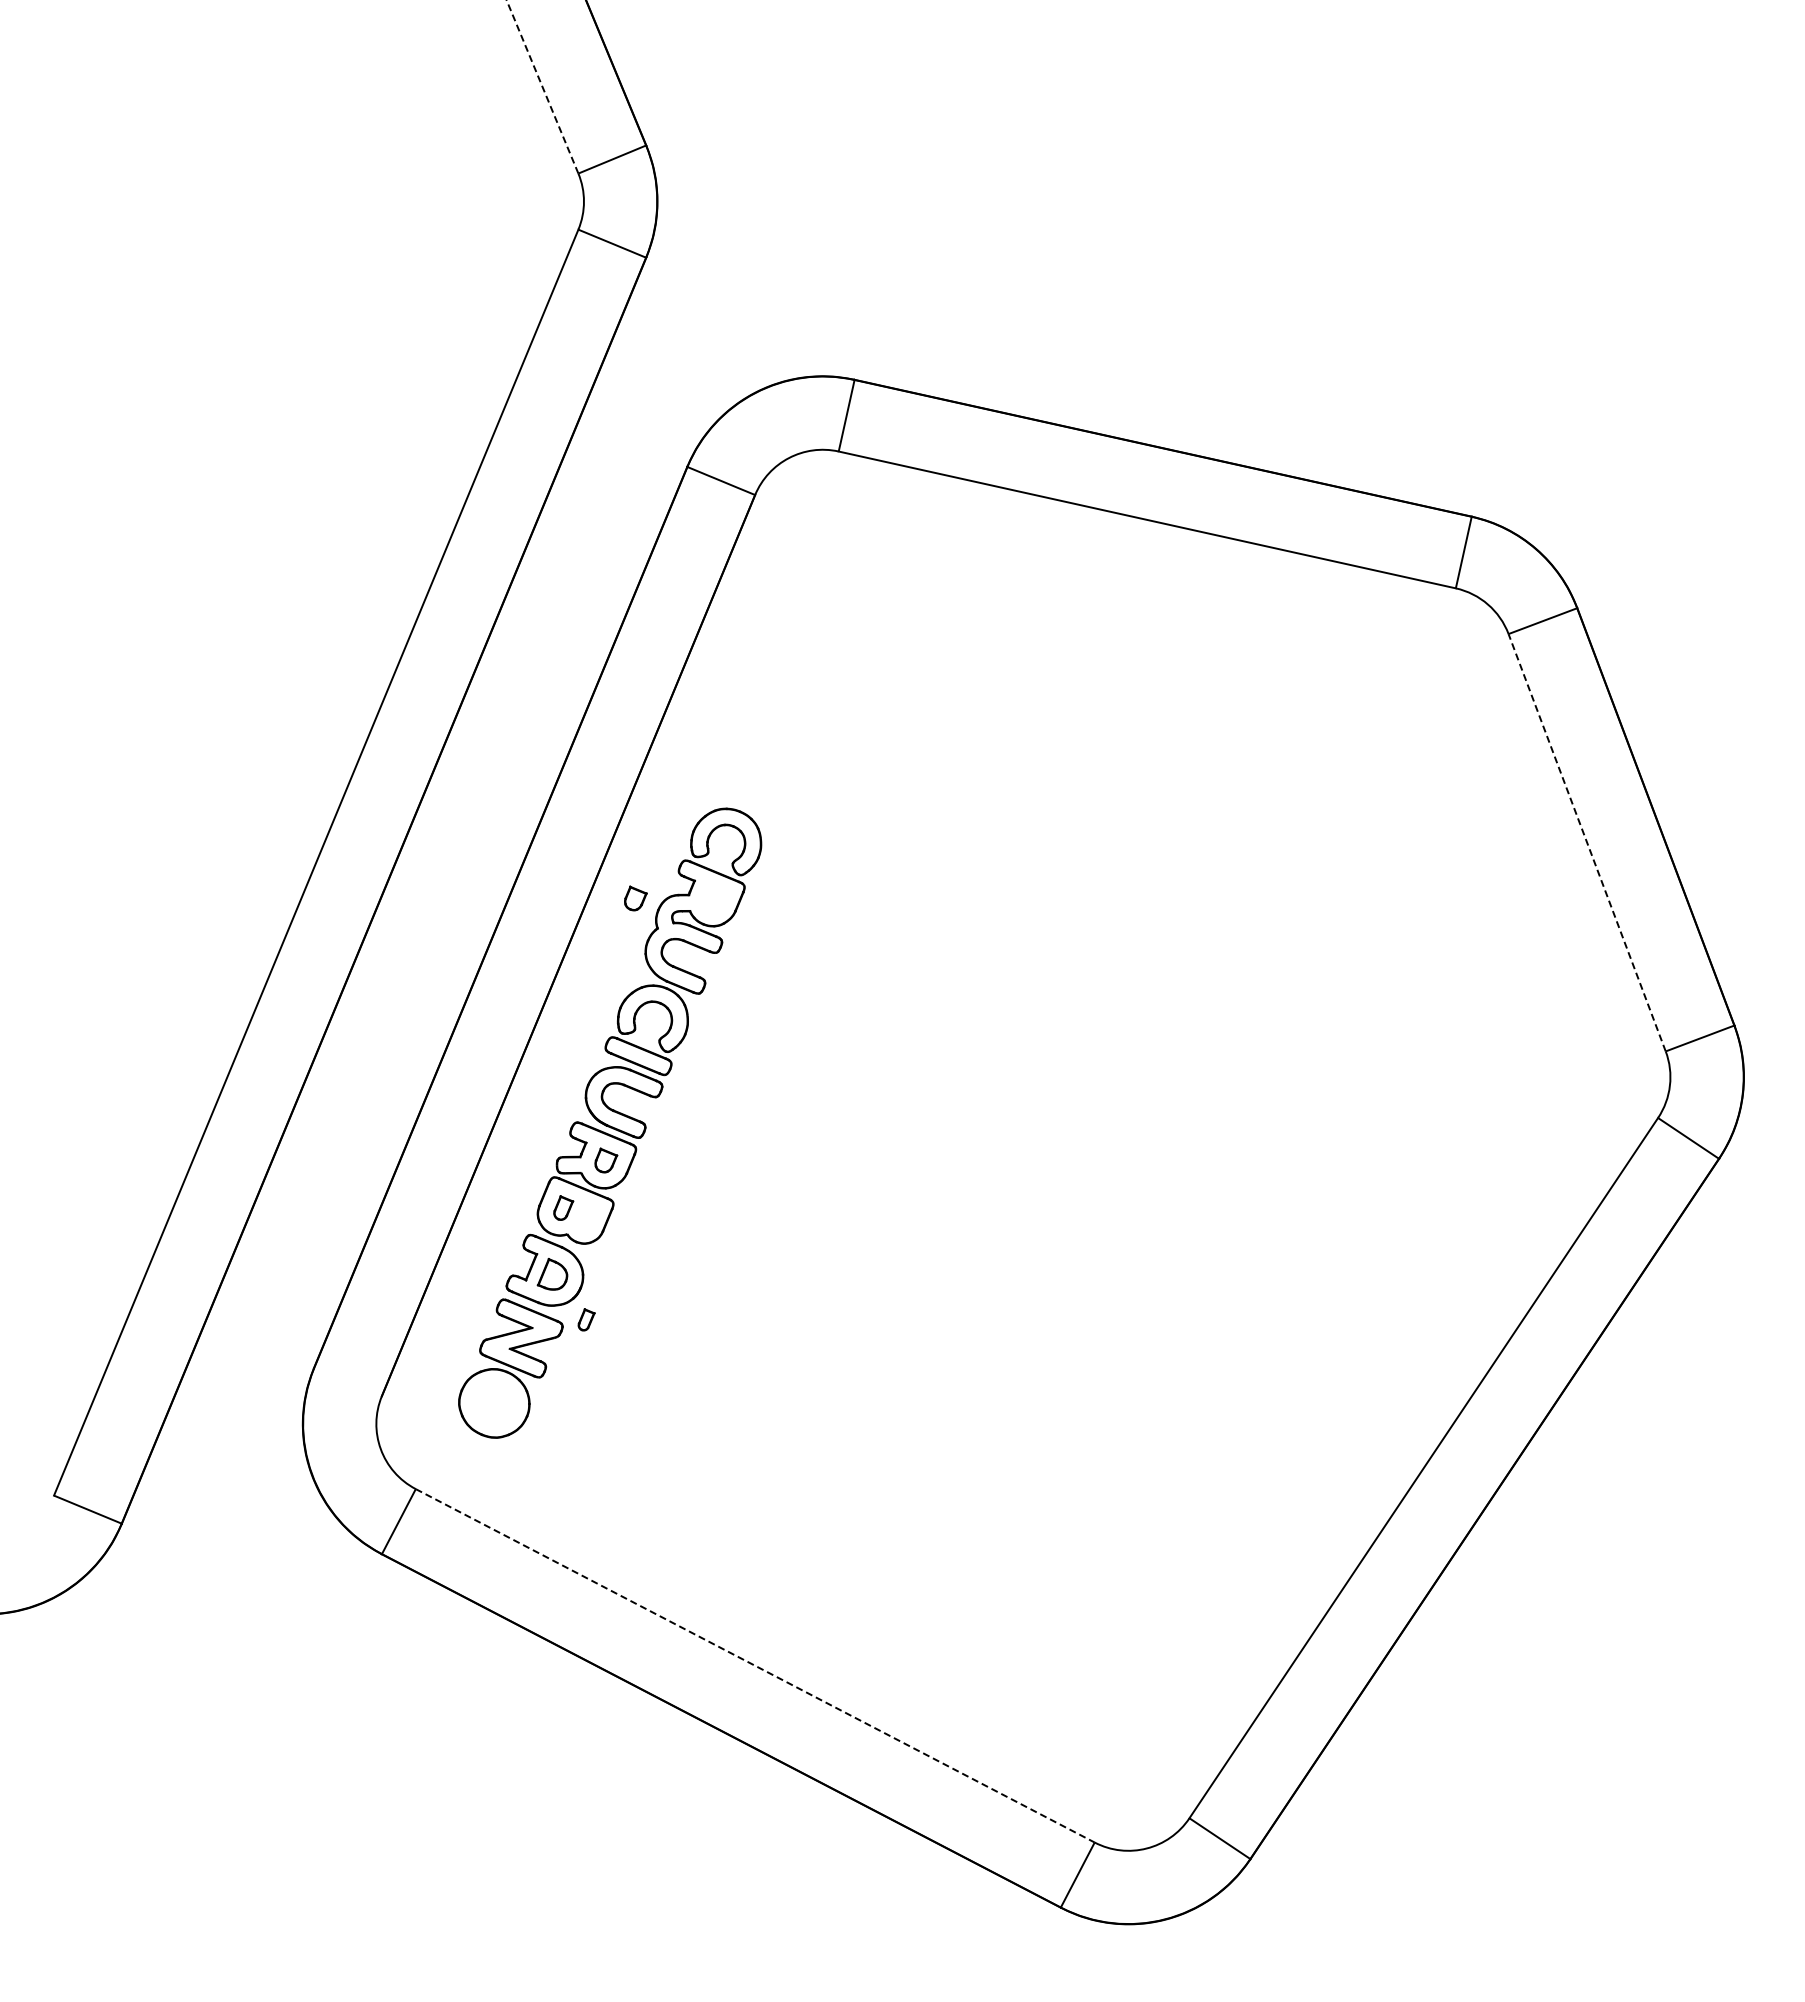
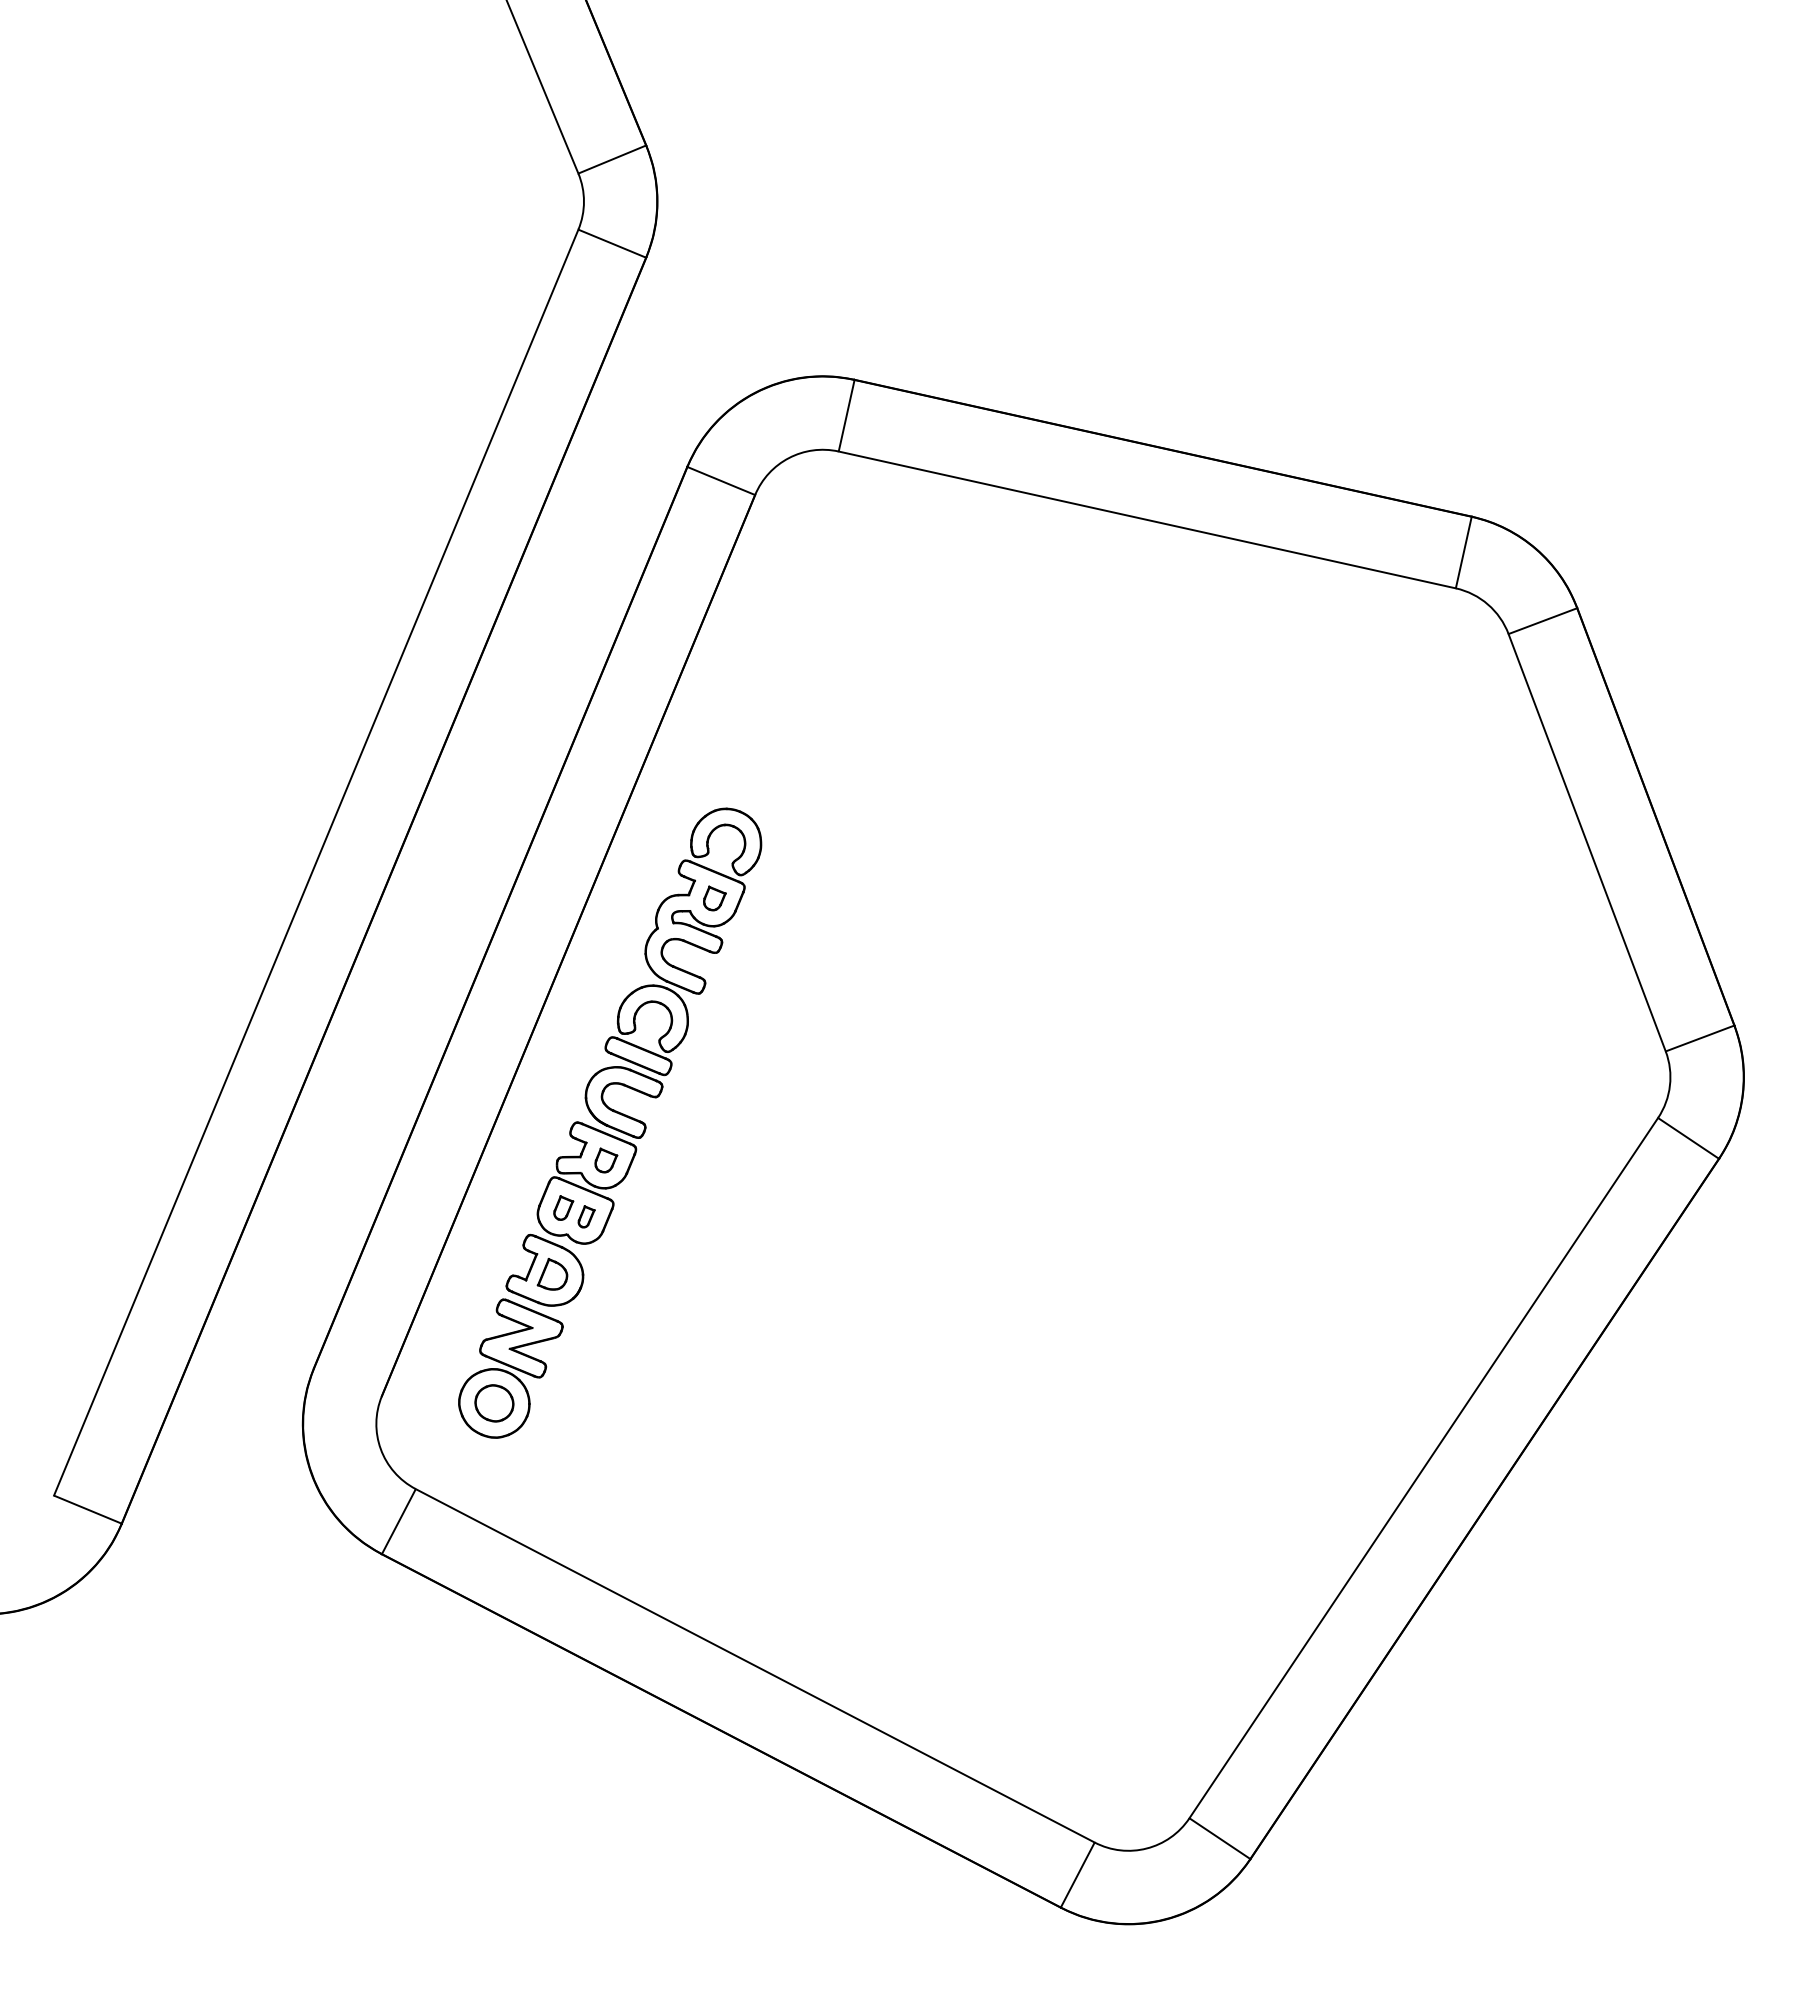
line at (542, 86): dashed -> solid
line at (1587, 842): dashed -> solid
part at (635, 898) position: (635, 898) -> (714, 898)
part at (586, 1319) position: (586, 1319) -> (586, 1216)
part at (494, 1403): none -> present
line at (755, 1665): dashed -> solid
